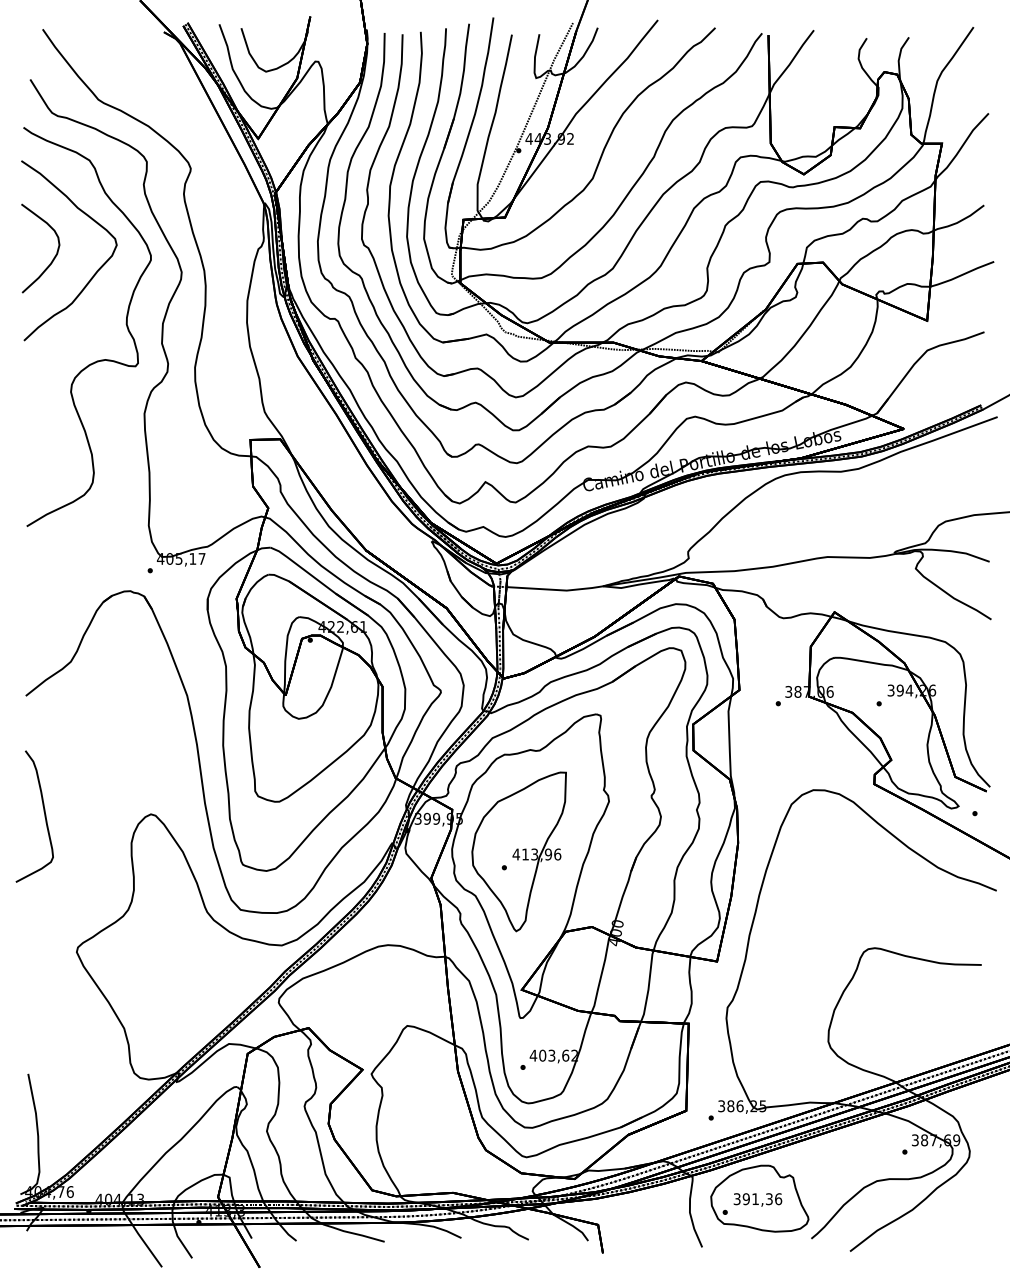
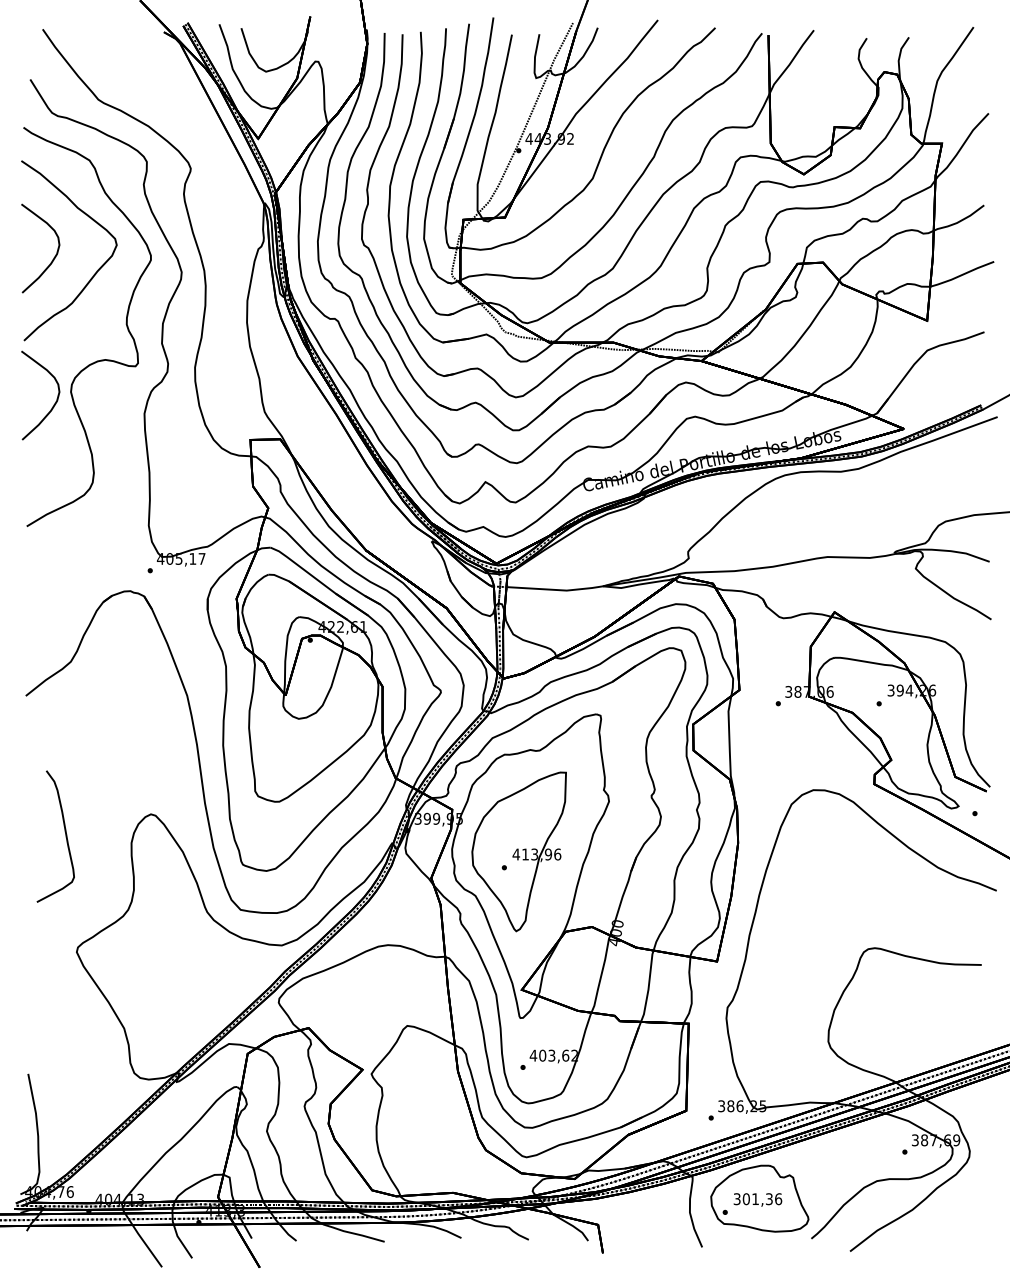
curve at (53, 404): none -> present
curve at (44, 816) position: (44, 816) -> (65, 836)
text at (745, 1199): 391,36 -> 301,36
